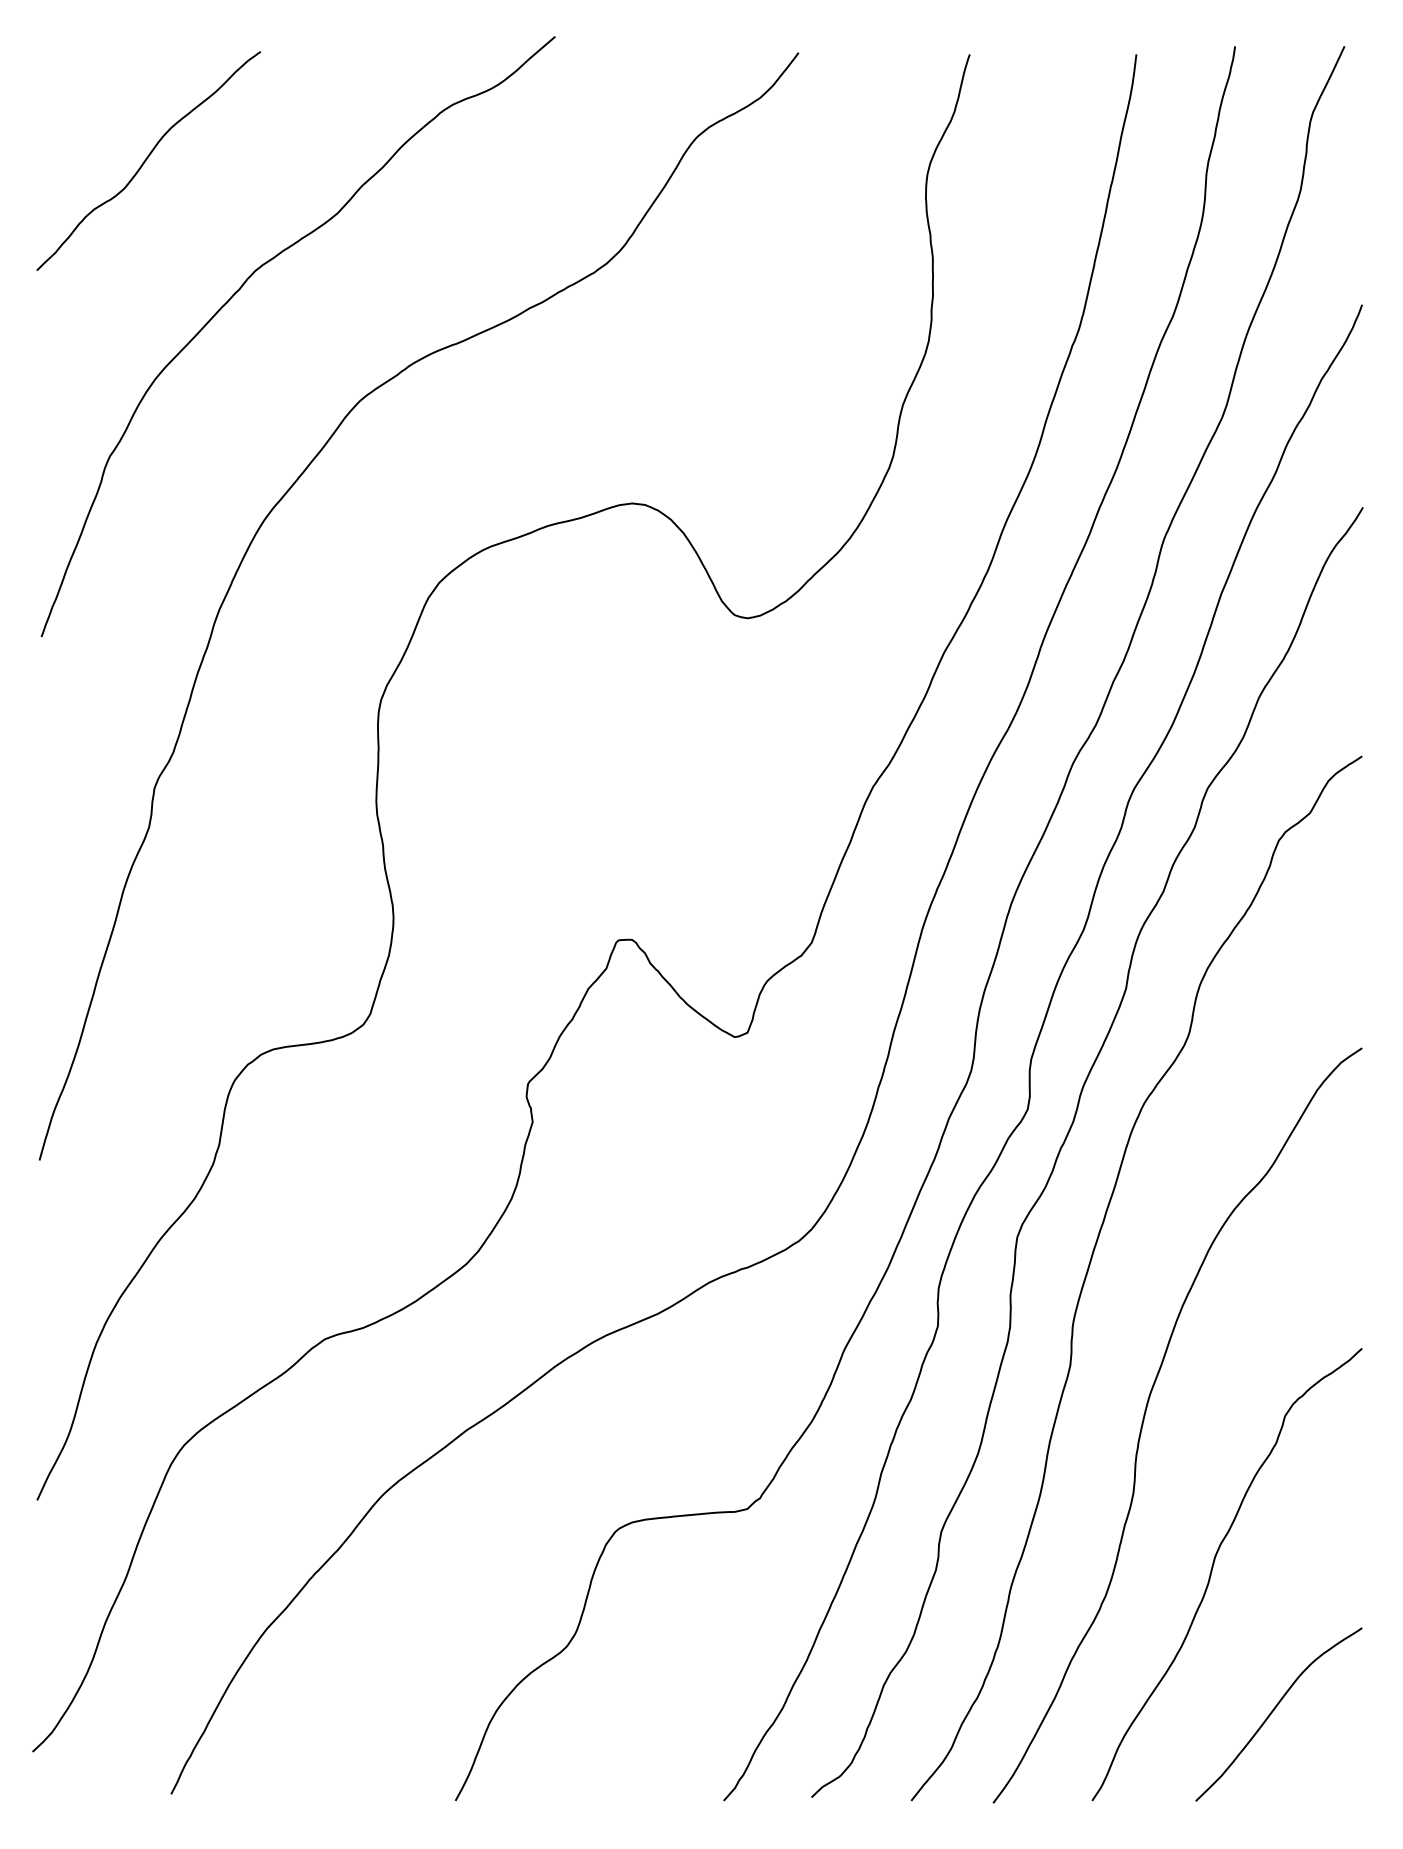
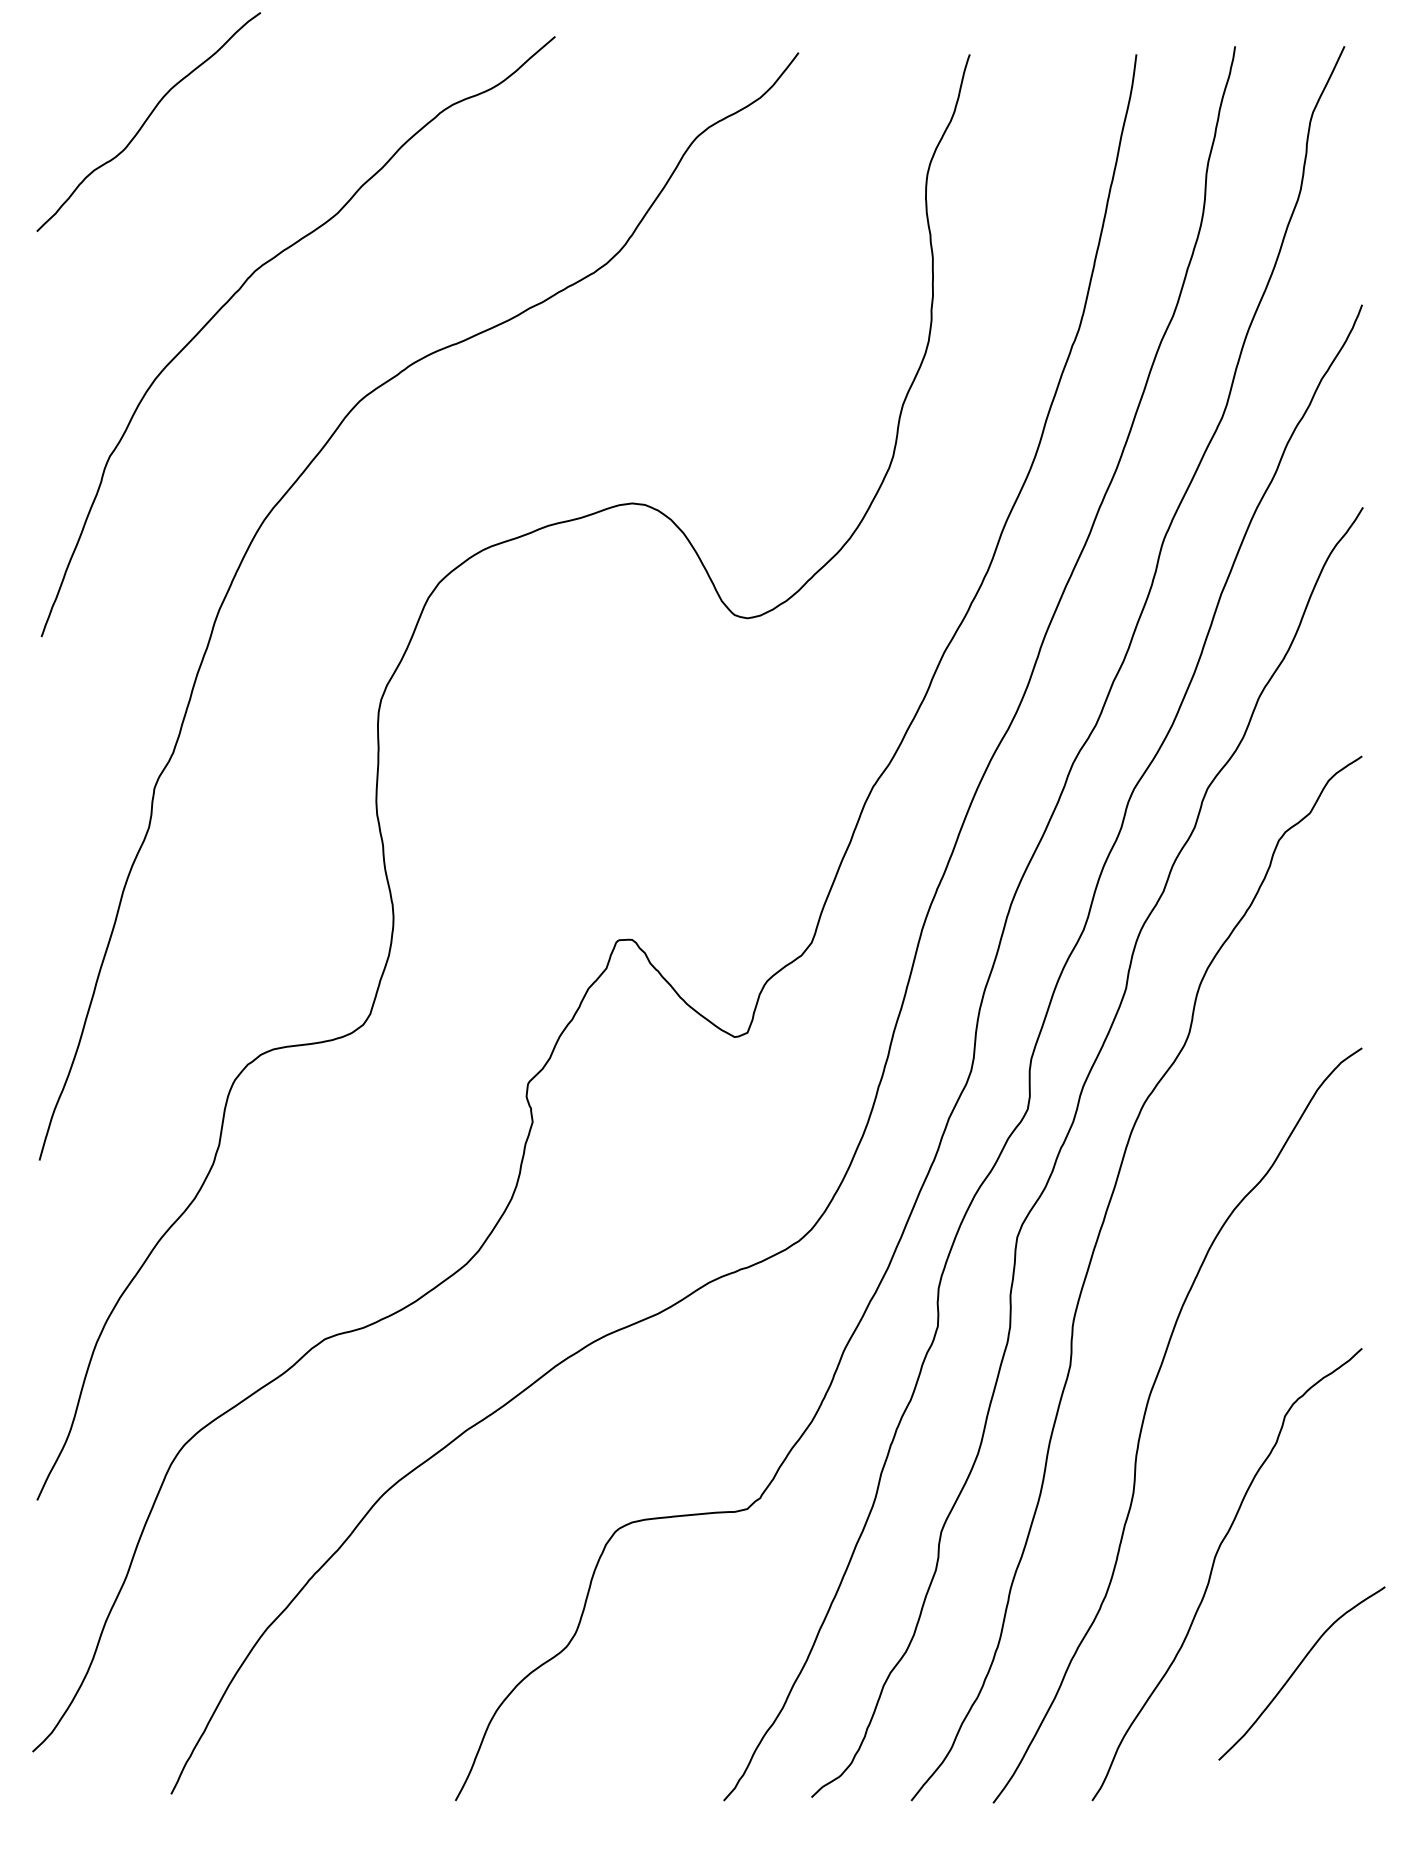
curve at (147, 159) position: (147, 159) -> (147, 120)
curve at (1274, 1710) position: (1274, 1710) -> (1297, 1669)
